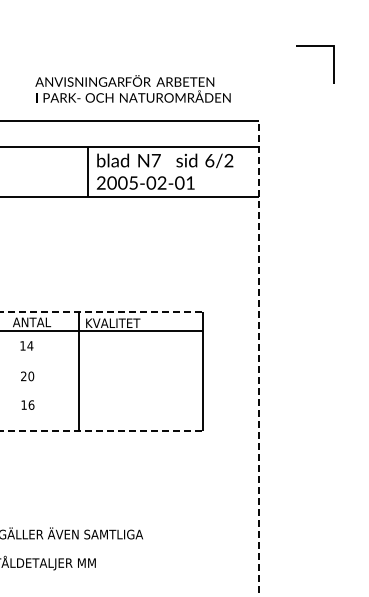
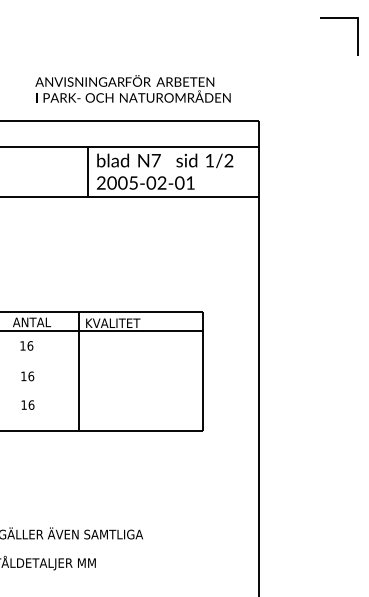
line at (315, 46) position: (315, 46) -> (339, 18)
text at (209, 160): 6/2 -> 1/2
line at (102, 311): dashed -> solid
text at (30, 345): 14 -> 16
line at (259, 358): dashed -> solid
text at (27, 375): 20 -> 16
line at (102, 430): dashed -> solid
